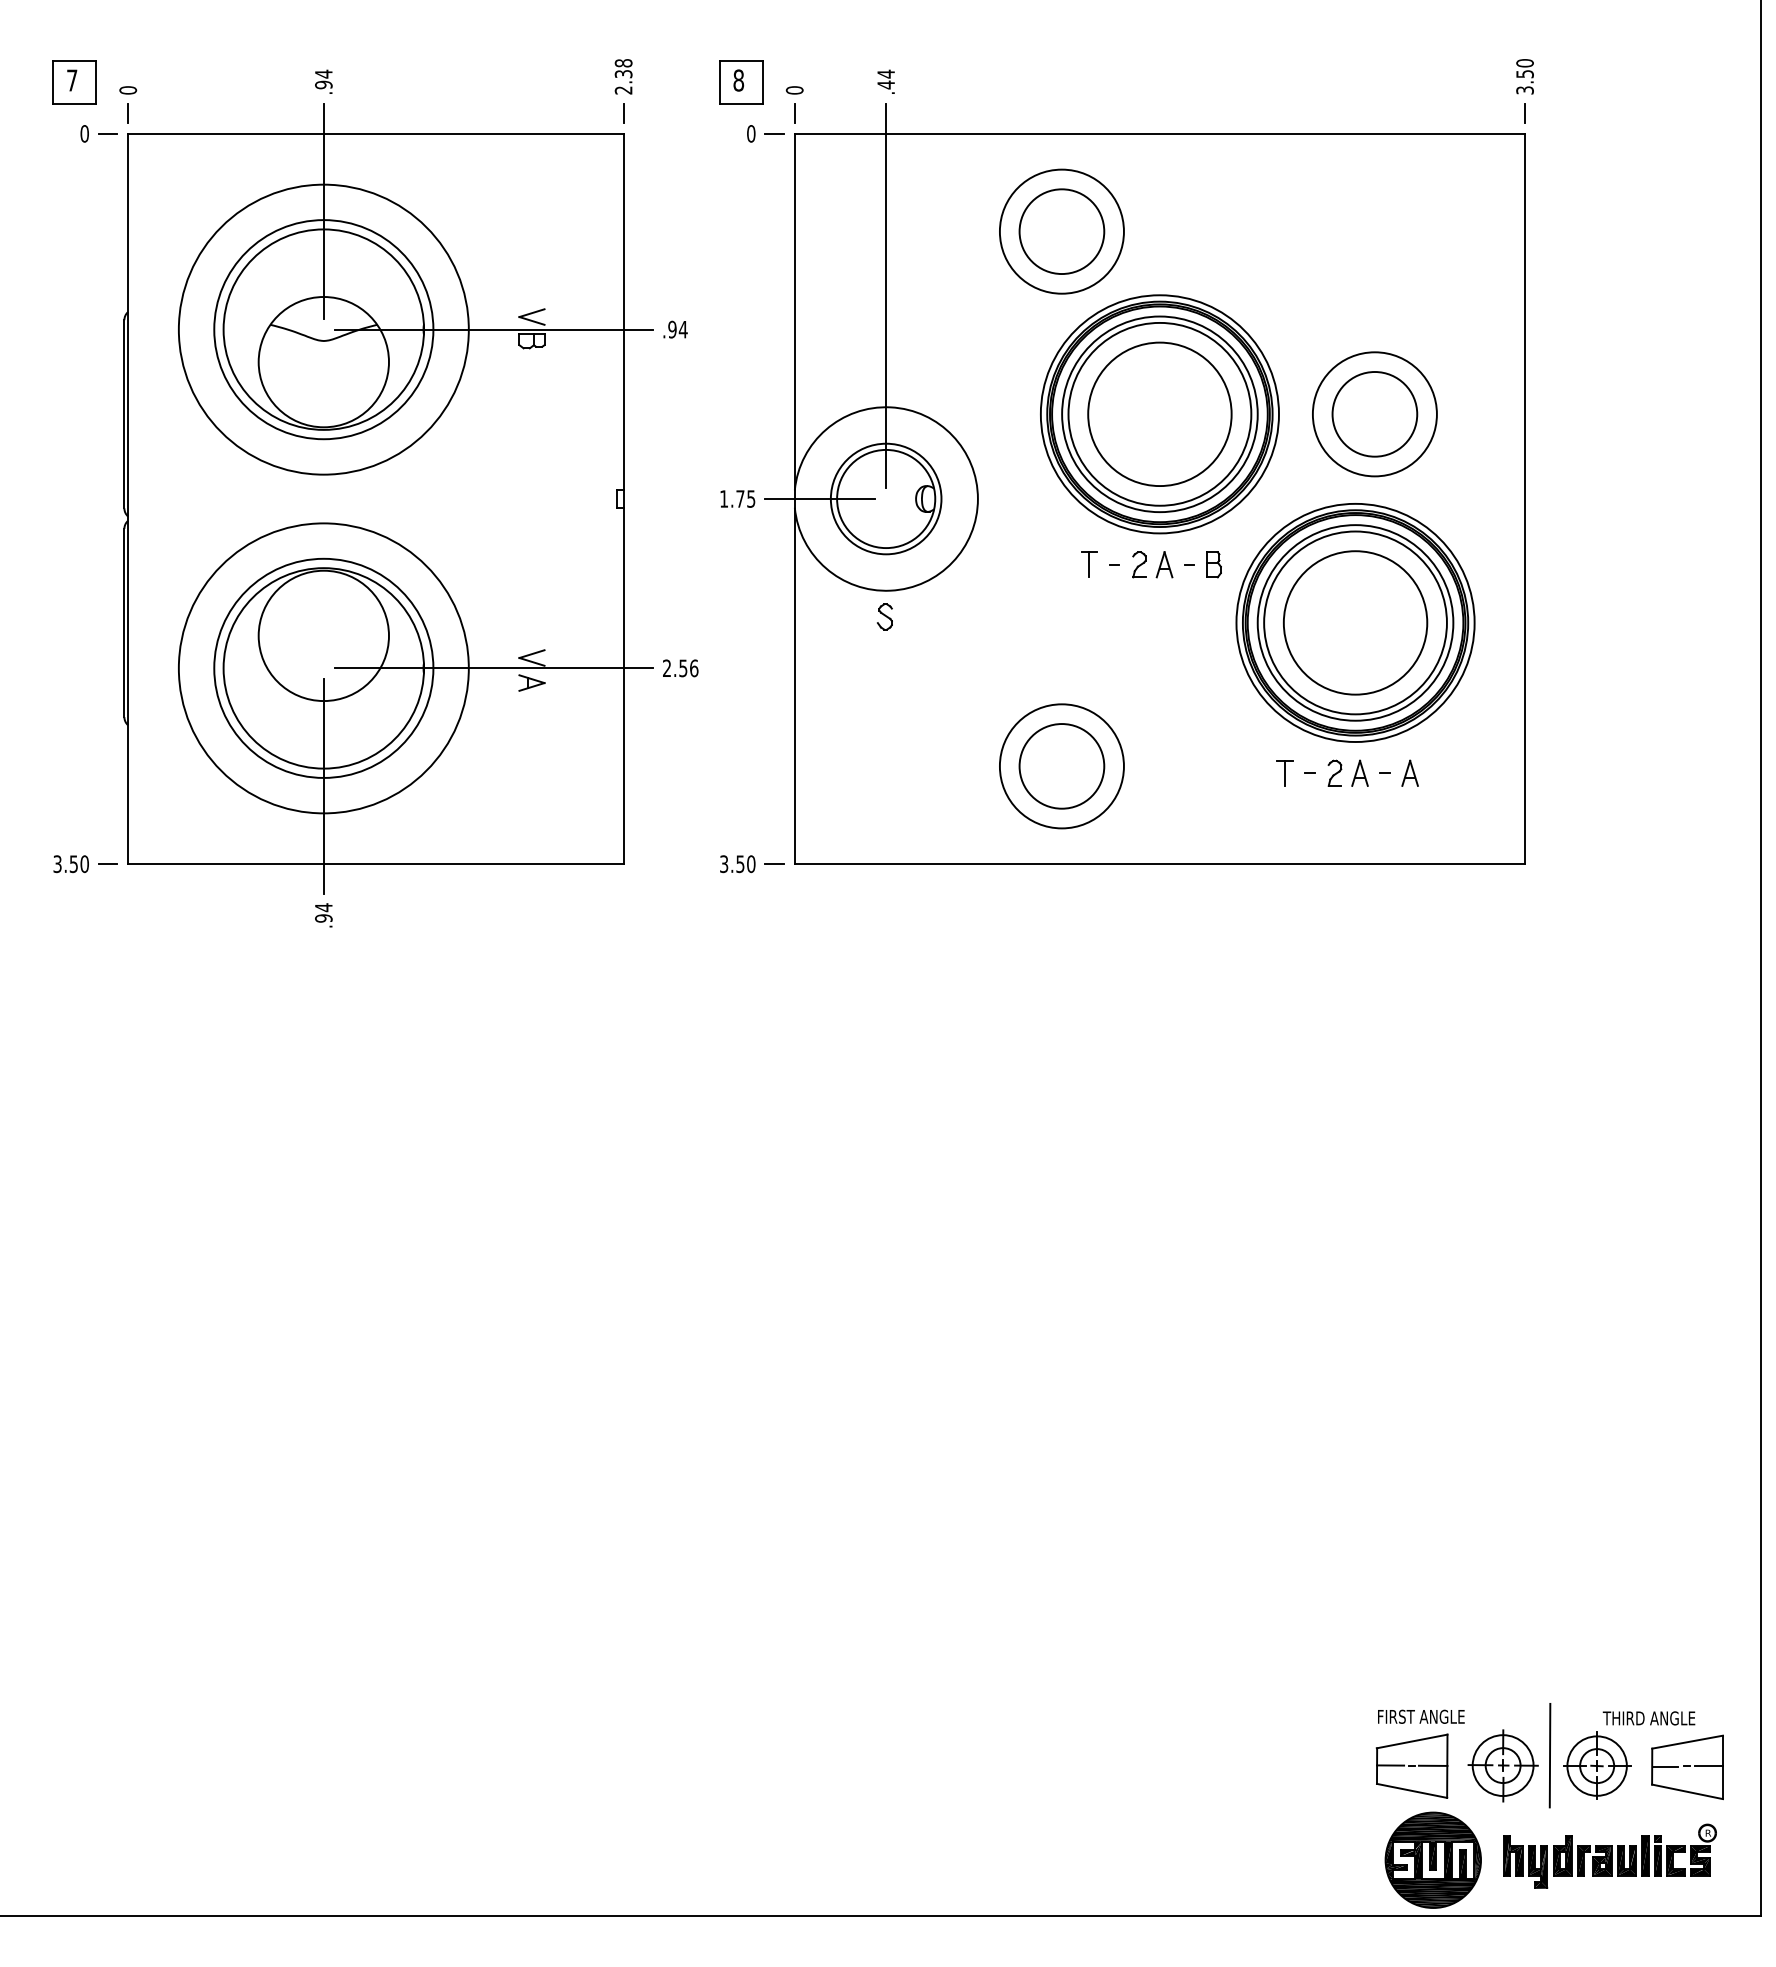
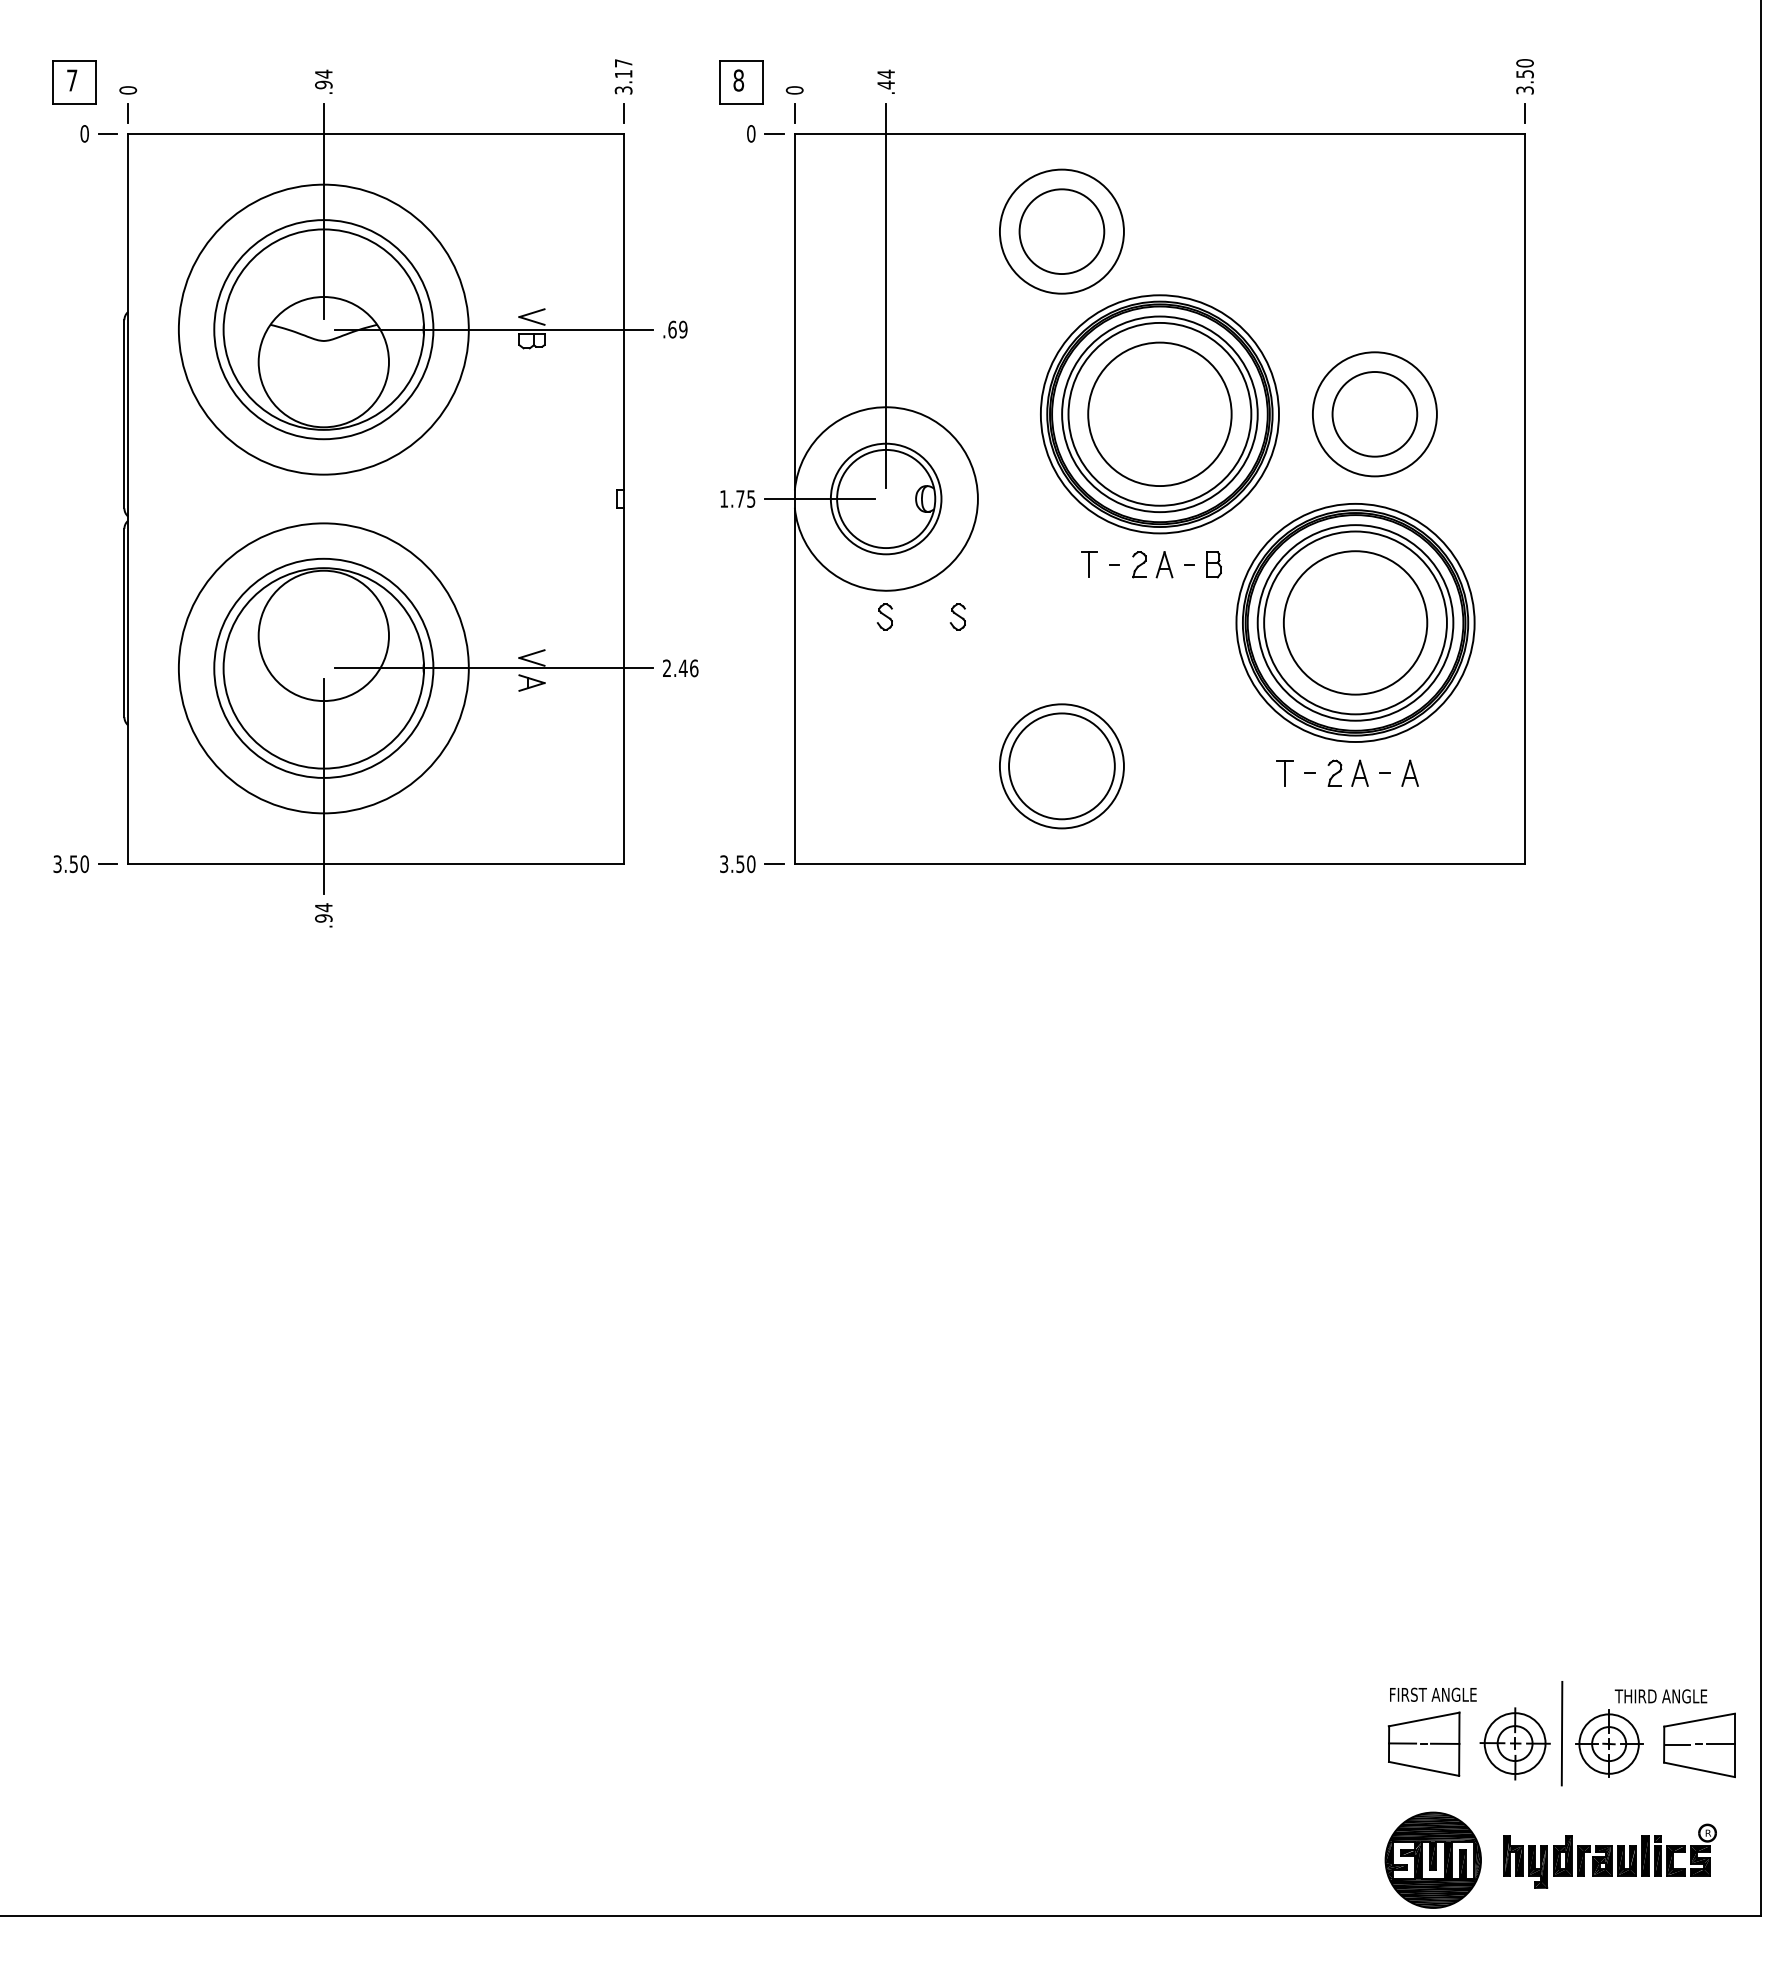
text at (623, 76): 2.38 -> 3.17
text at (677, 329): .94 -> .69
part at (957, 616): none -> present
text at (682, 668): 2.56 -> 2.46
circle at (1061, 766) diameter: 85 px -> 106 px
part at (1549, 1755) position: (1549, 1755) -> (1561, 1733)
